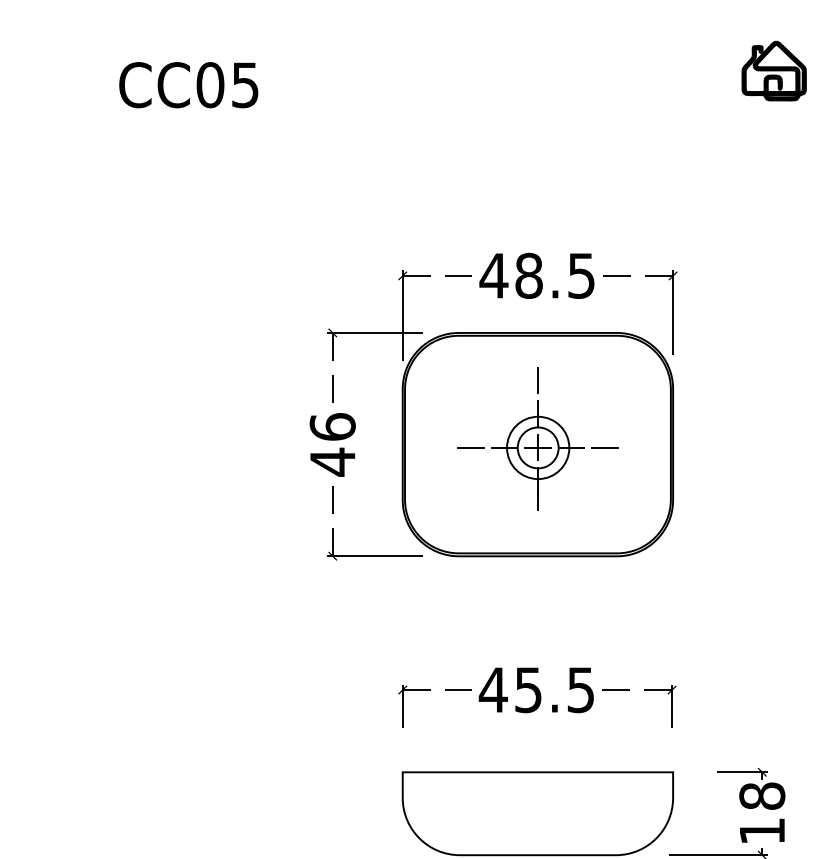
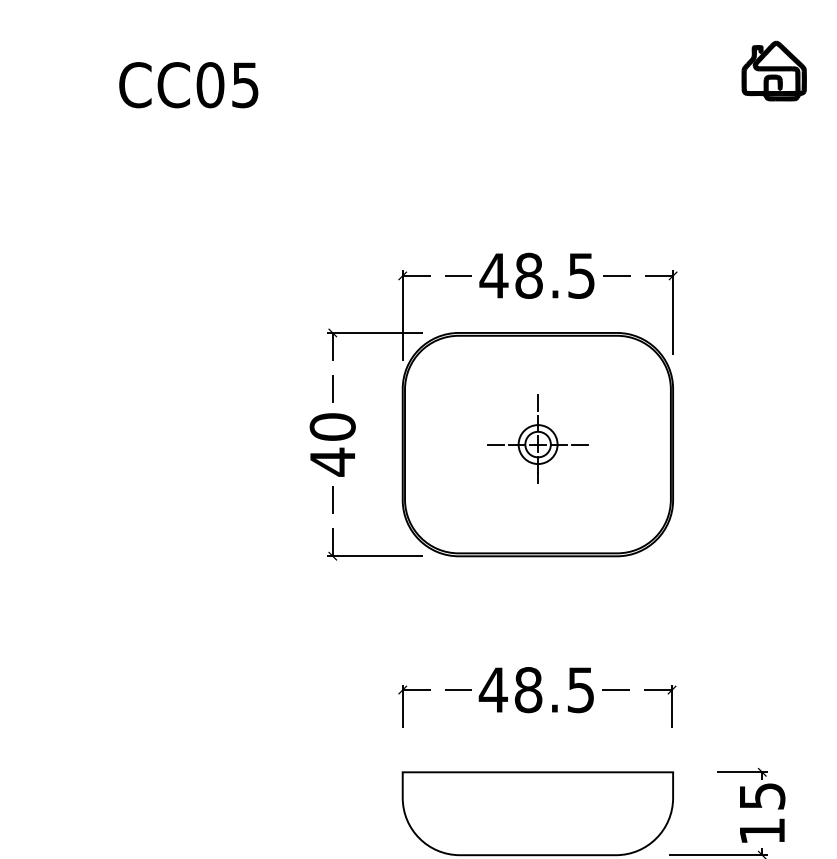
text at (332, 426): 46 -> 40
part at (537, 438) size: 162x144 px -> 102x90 px
text at (528, 690): 45.5 -> 48.5
text at (762, 795): 18 -> 15
